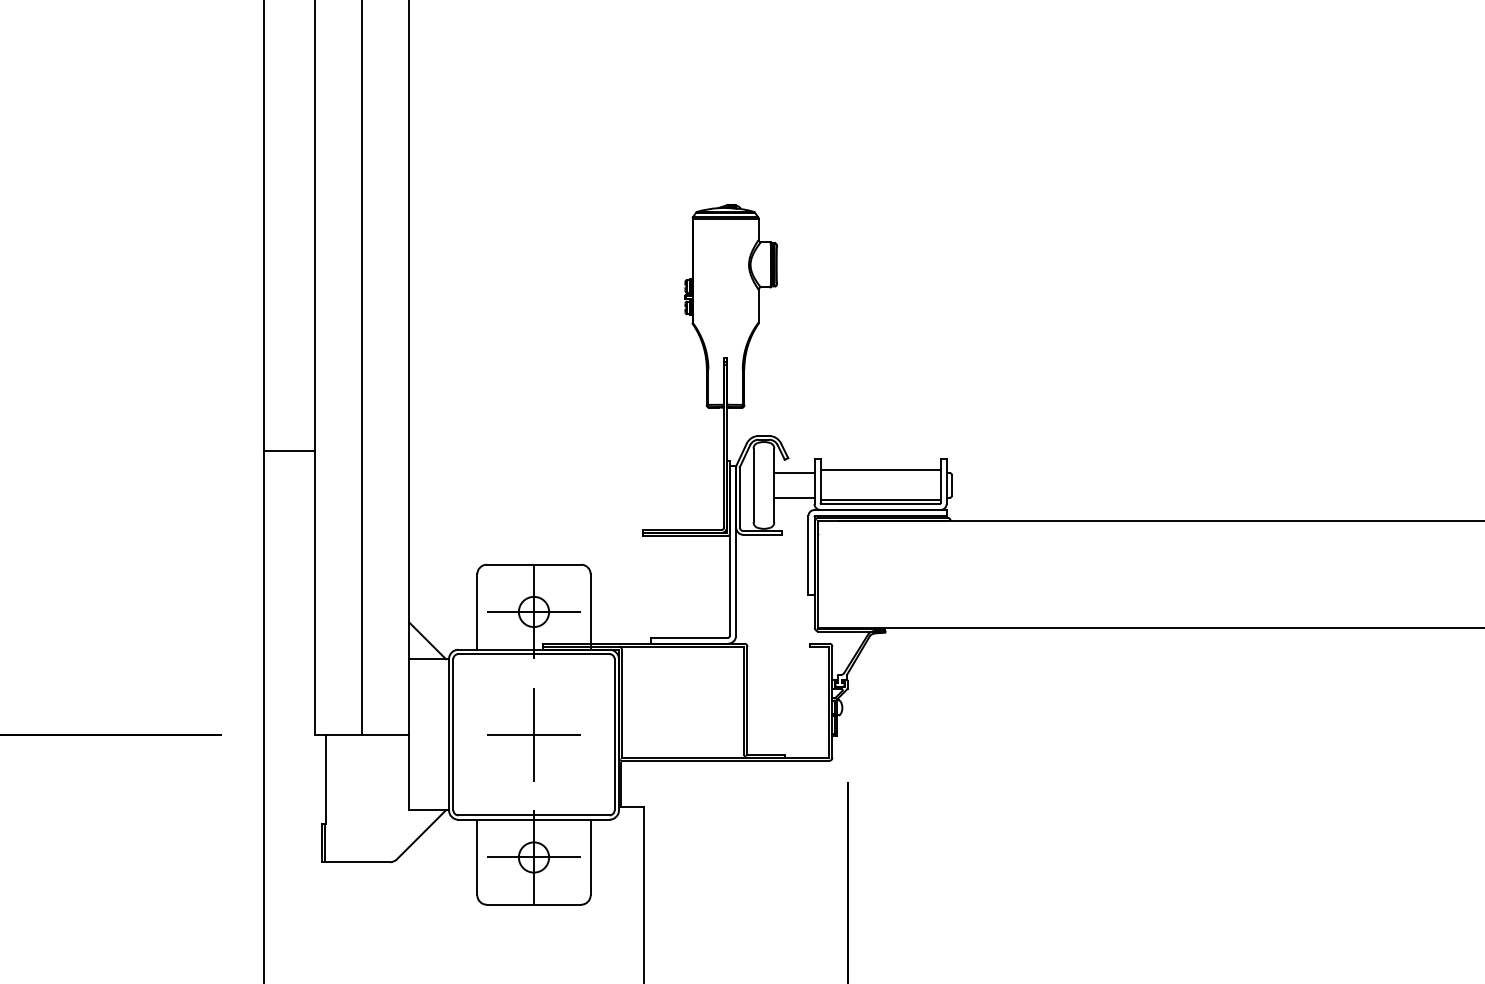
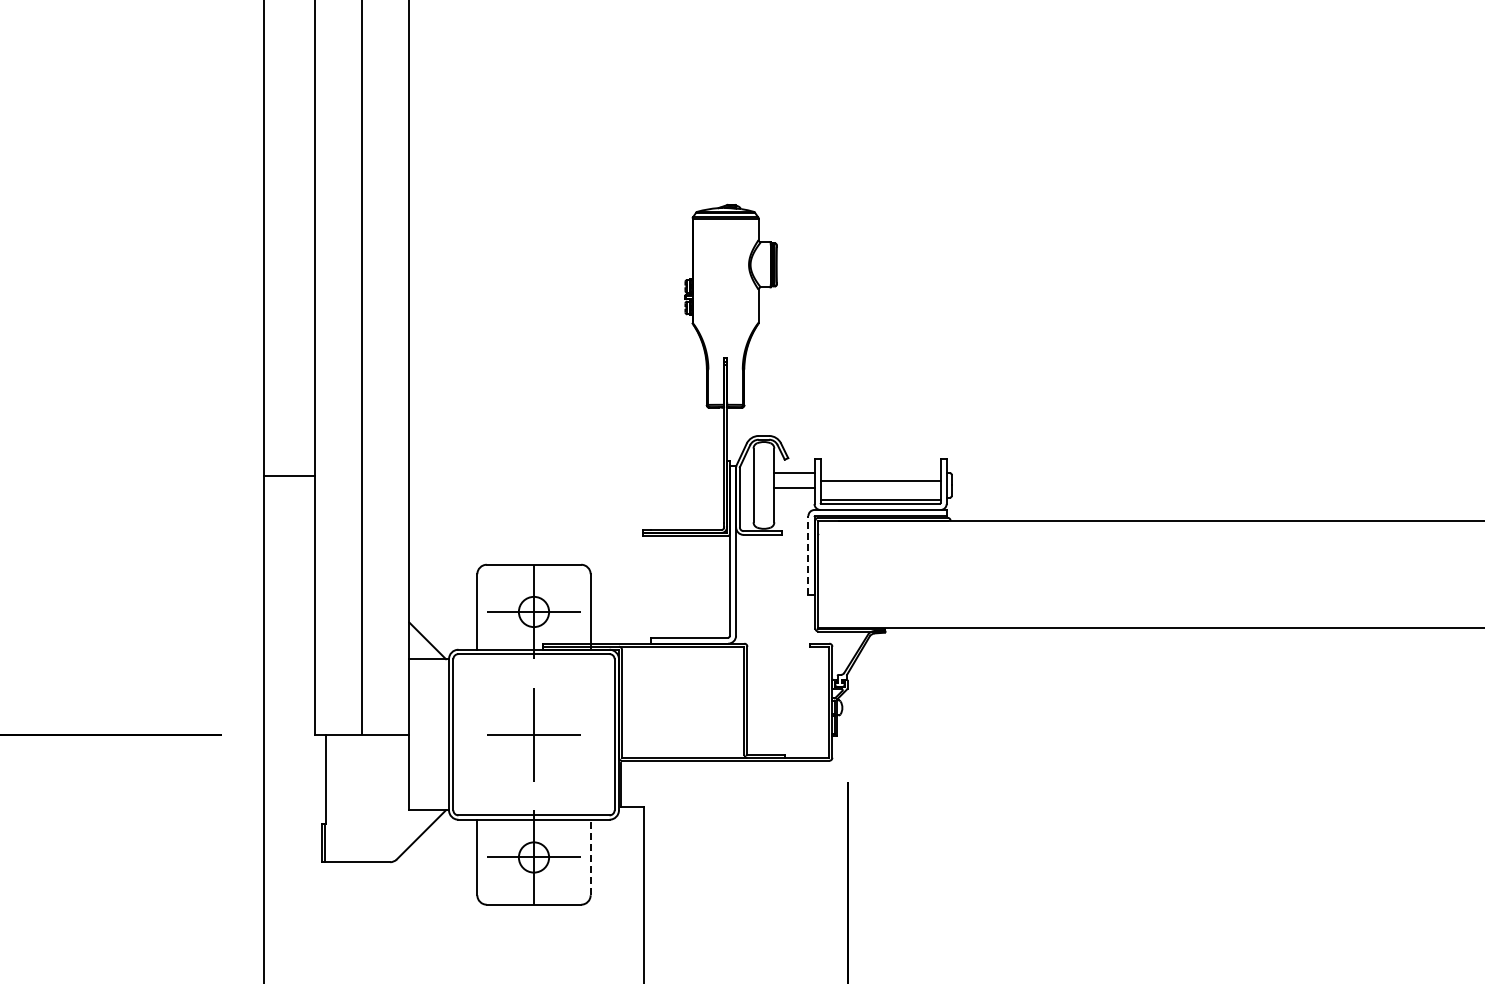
line at (288, 451) position: (288, 451) -> (288, 476)
line at (880, 470) position: (880, 470) -> (880, 481)
line at (794, 497) position: (794, 497) -> (794, 487)
line at (808, 555): solid -> dashed
line at (590, 857): solid -> dashed
